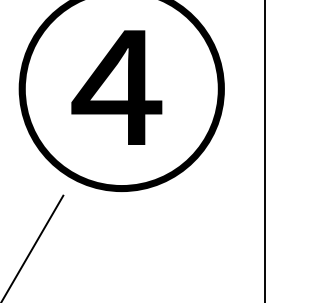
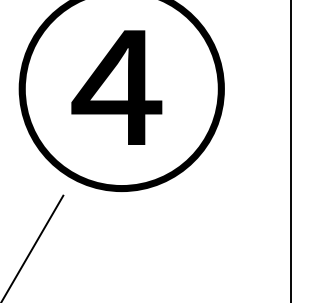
line at (265, 150) position: (265, 150) -> (291, 150)
